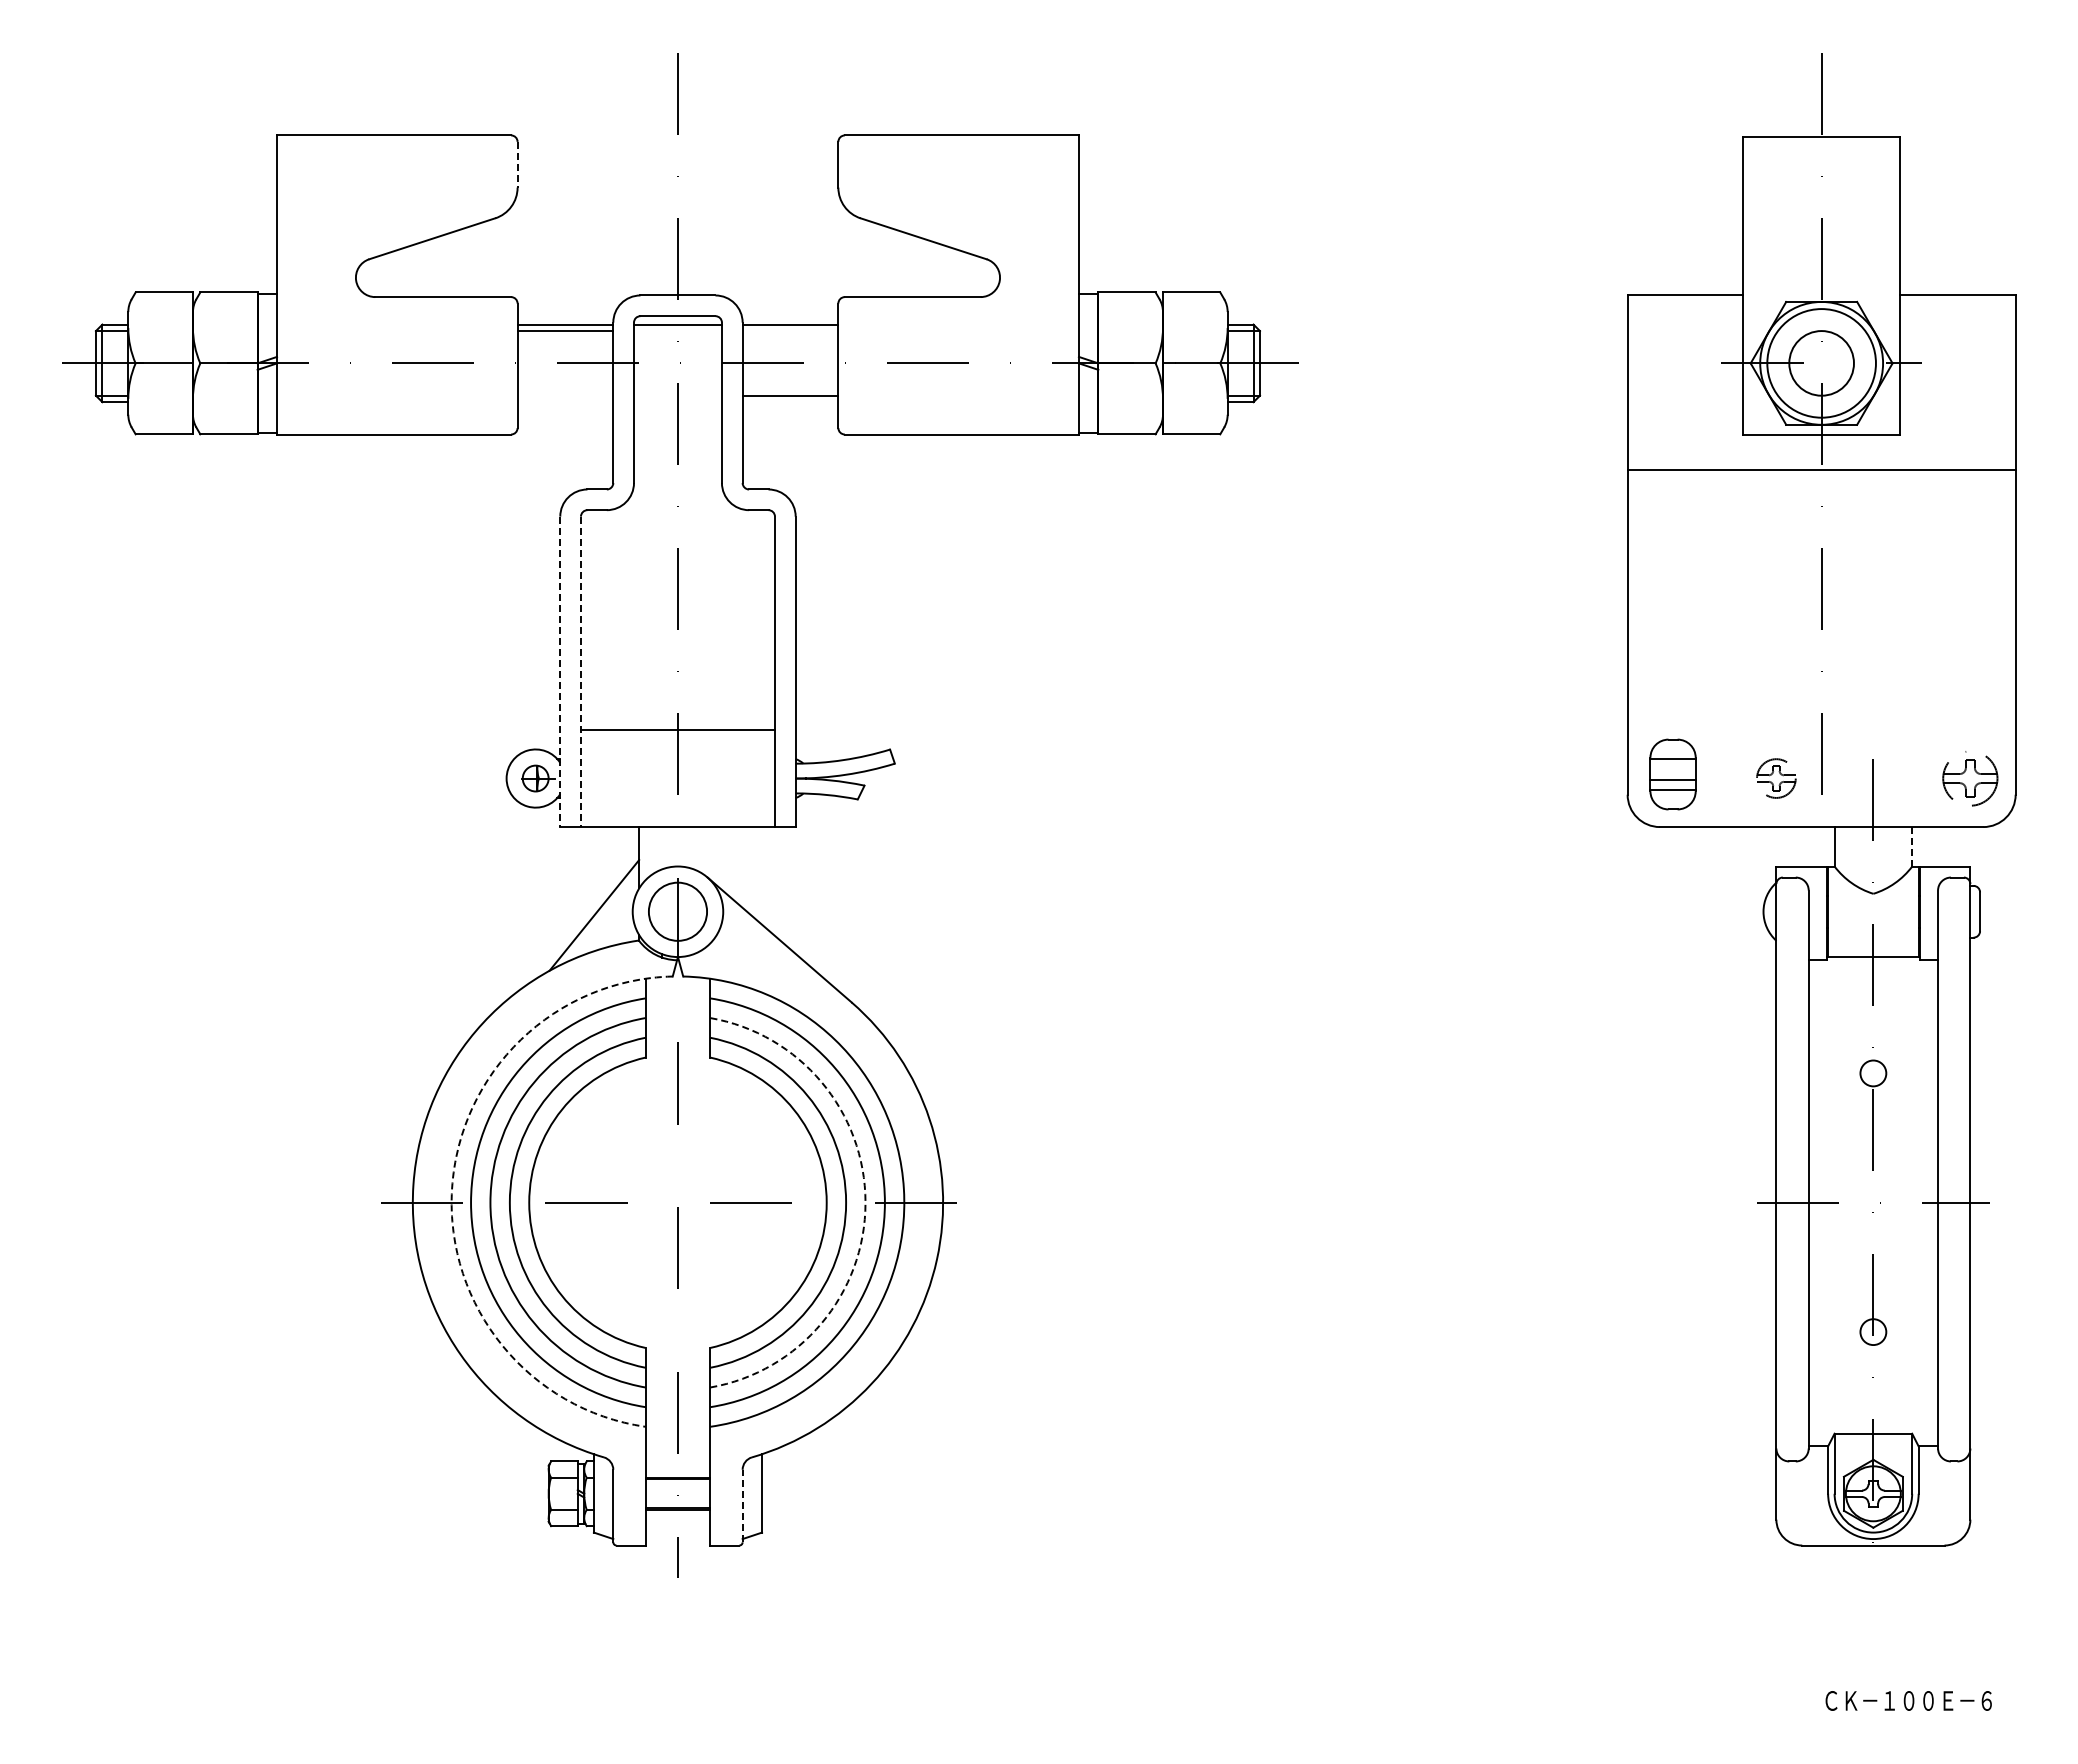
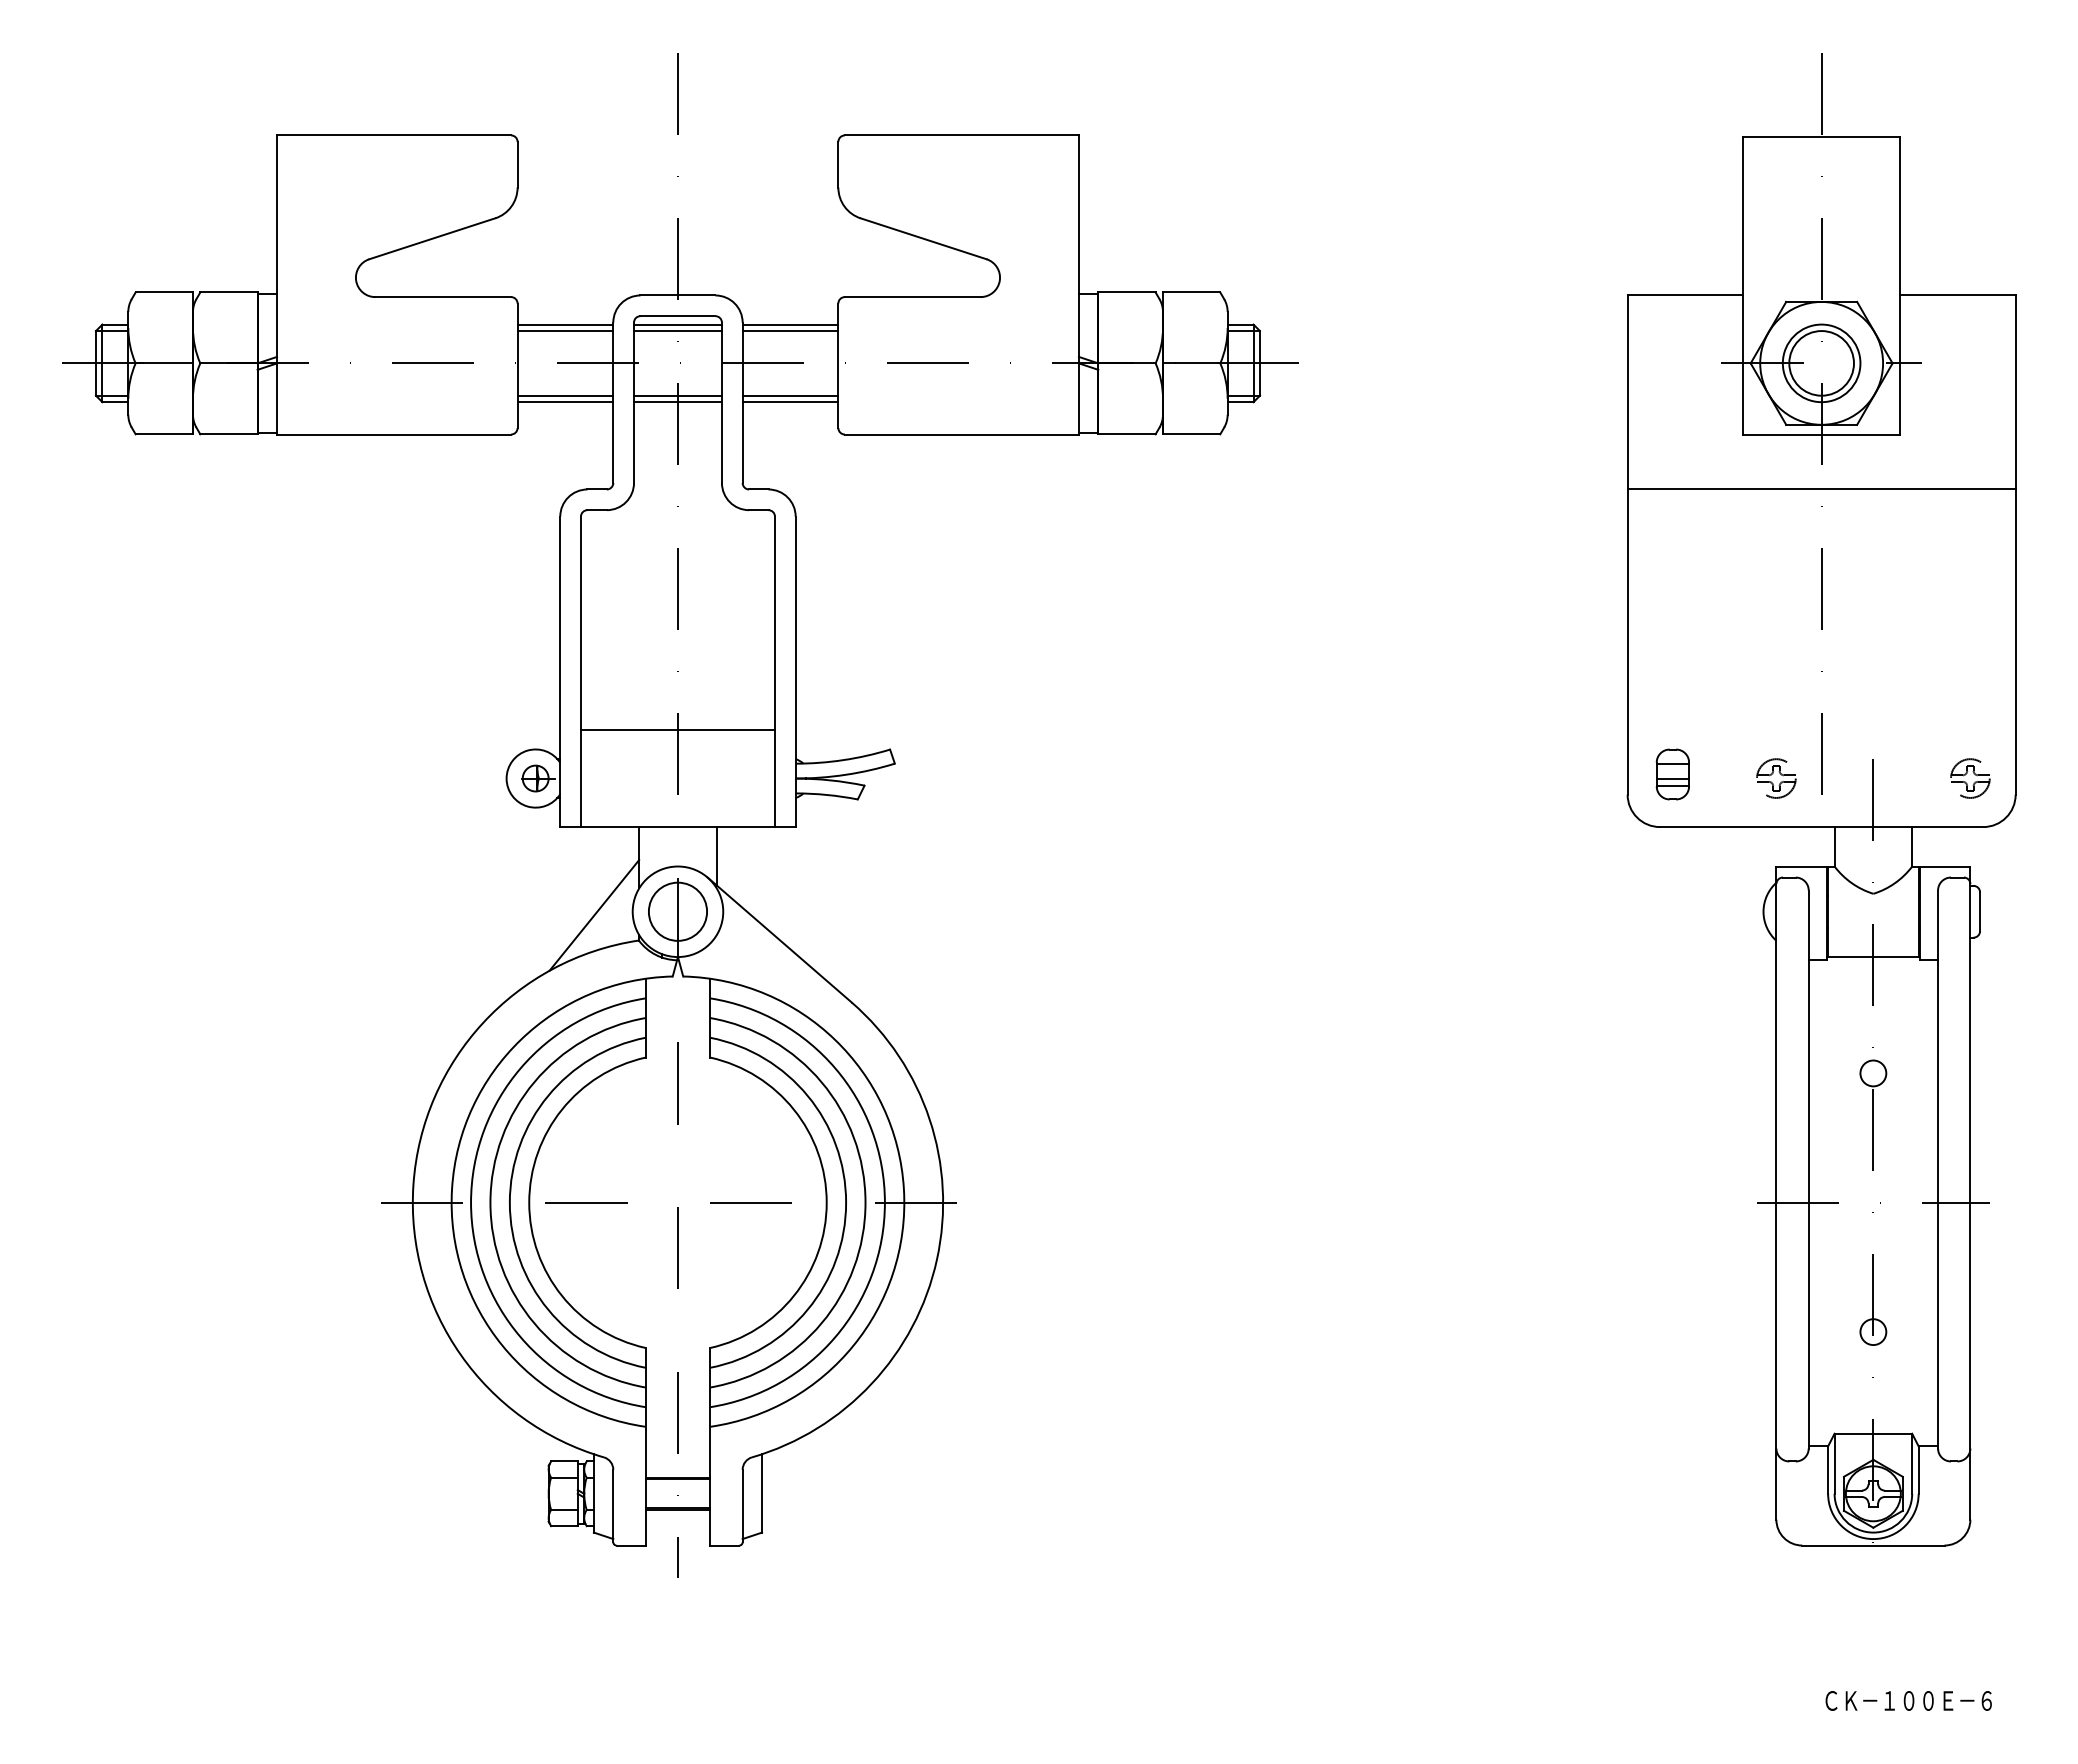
line at (517, 164): dashed -> solid
line at (677, 331): none -> present
line at (790, 331): none -> present
circle at (1821, 363) diameter: 109 px -> 78 px
line at (565, 395): none -> present
line at (677, 395): none -> present
line at (565, 402): none -> present
line at (677, 402): none -> present
line at (790, 402): none -> present
line at (1821, 470) position: (1821, 470) -> (1821, 489)
line at (560, 672): dashed -> solid
line at (580, 672): dashed -> solid
part at (1672, 774) size: 48x73 px -> 35x53 px
part at (1970, 778) size: 57x56 px -> 41x41 px
line at (1912, 846): dashed -> solid
line at (716, 856): none -> present
arc at (452, 1189): dashed -> solid
arc at (865, 1202): dashed -> solid
line at (742, 1505): dashed -> solid
